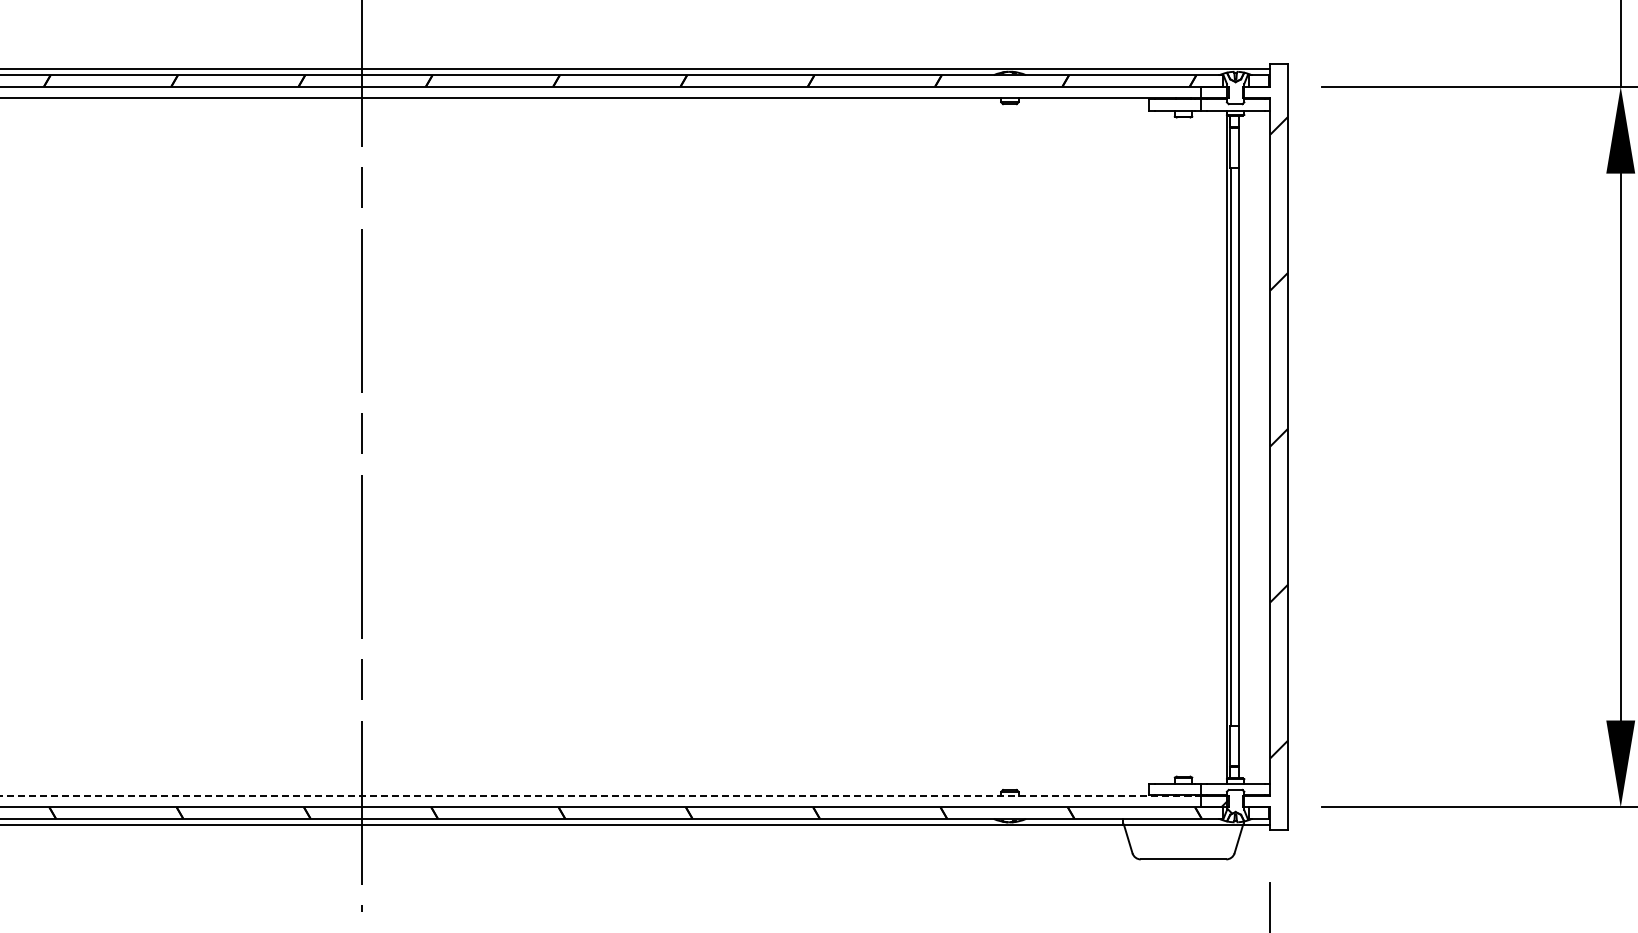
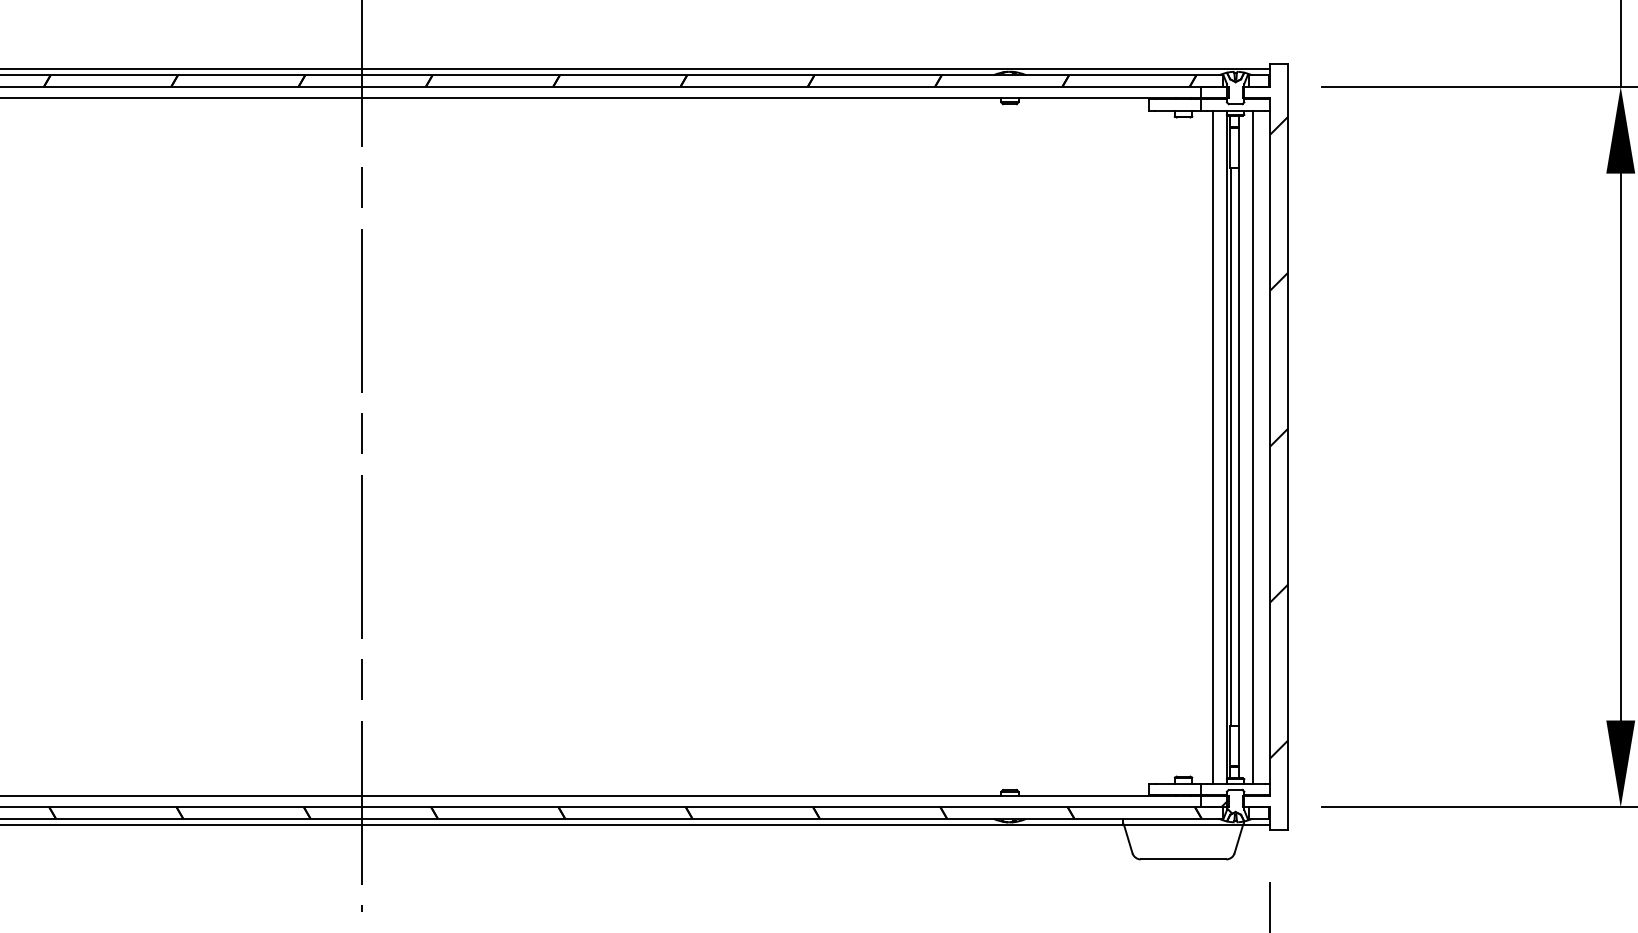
line at (1212, 446): none -> present
line at (1253, 446): none -> present
line at (601, 795): dashed -> solid
